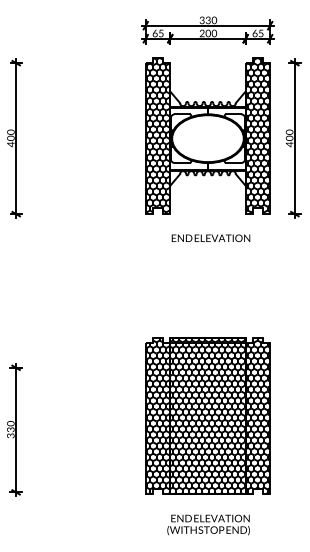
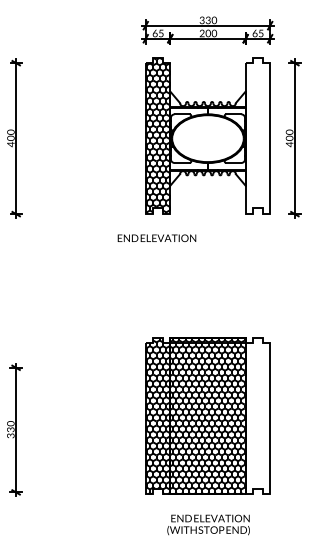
hatch at (257, 135): present -> none
text at (210, 237) position: (210, 237) -> (156, 237)
hatch at (257, 415): present -> none
